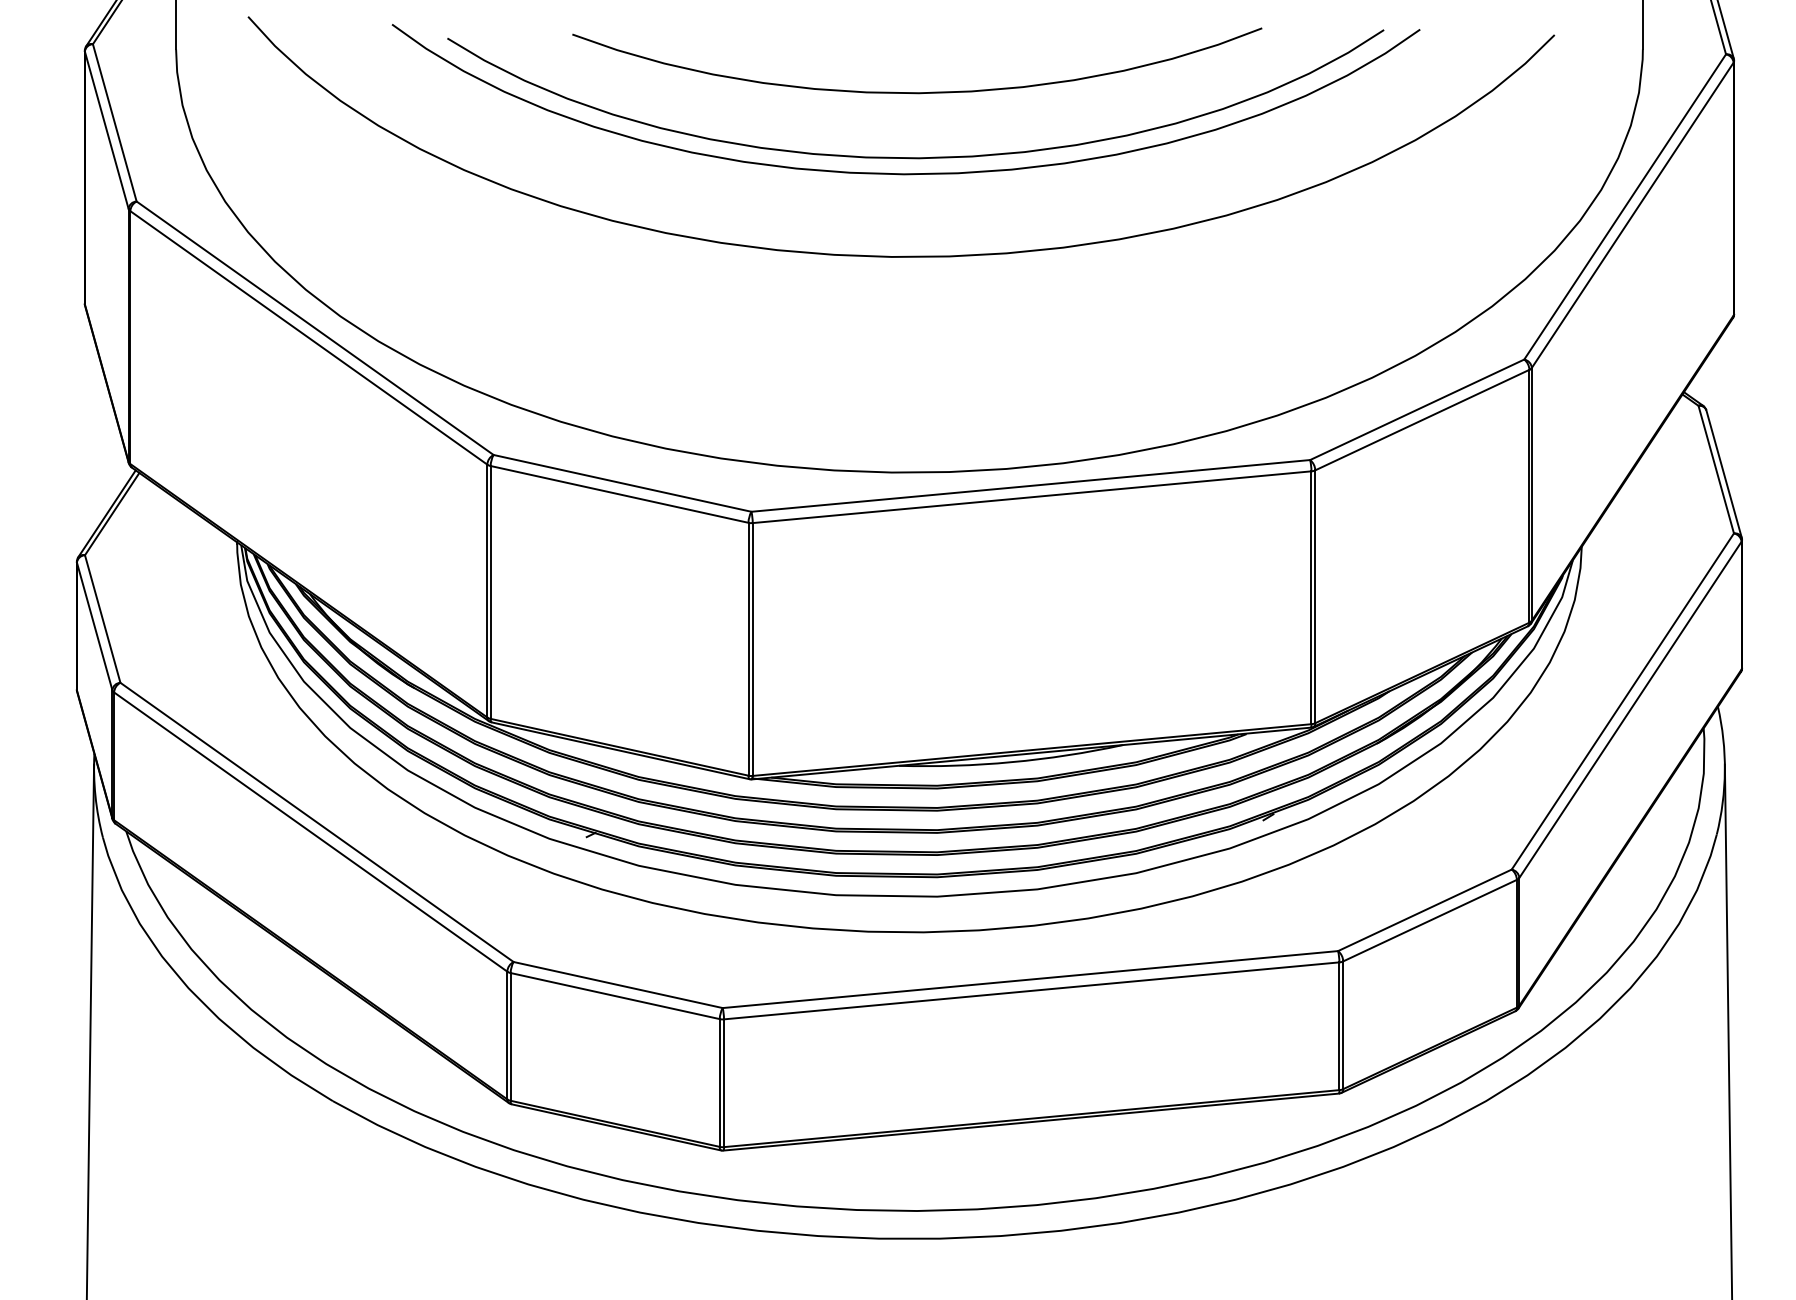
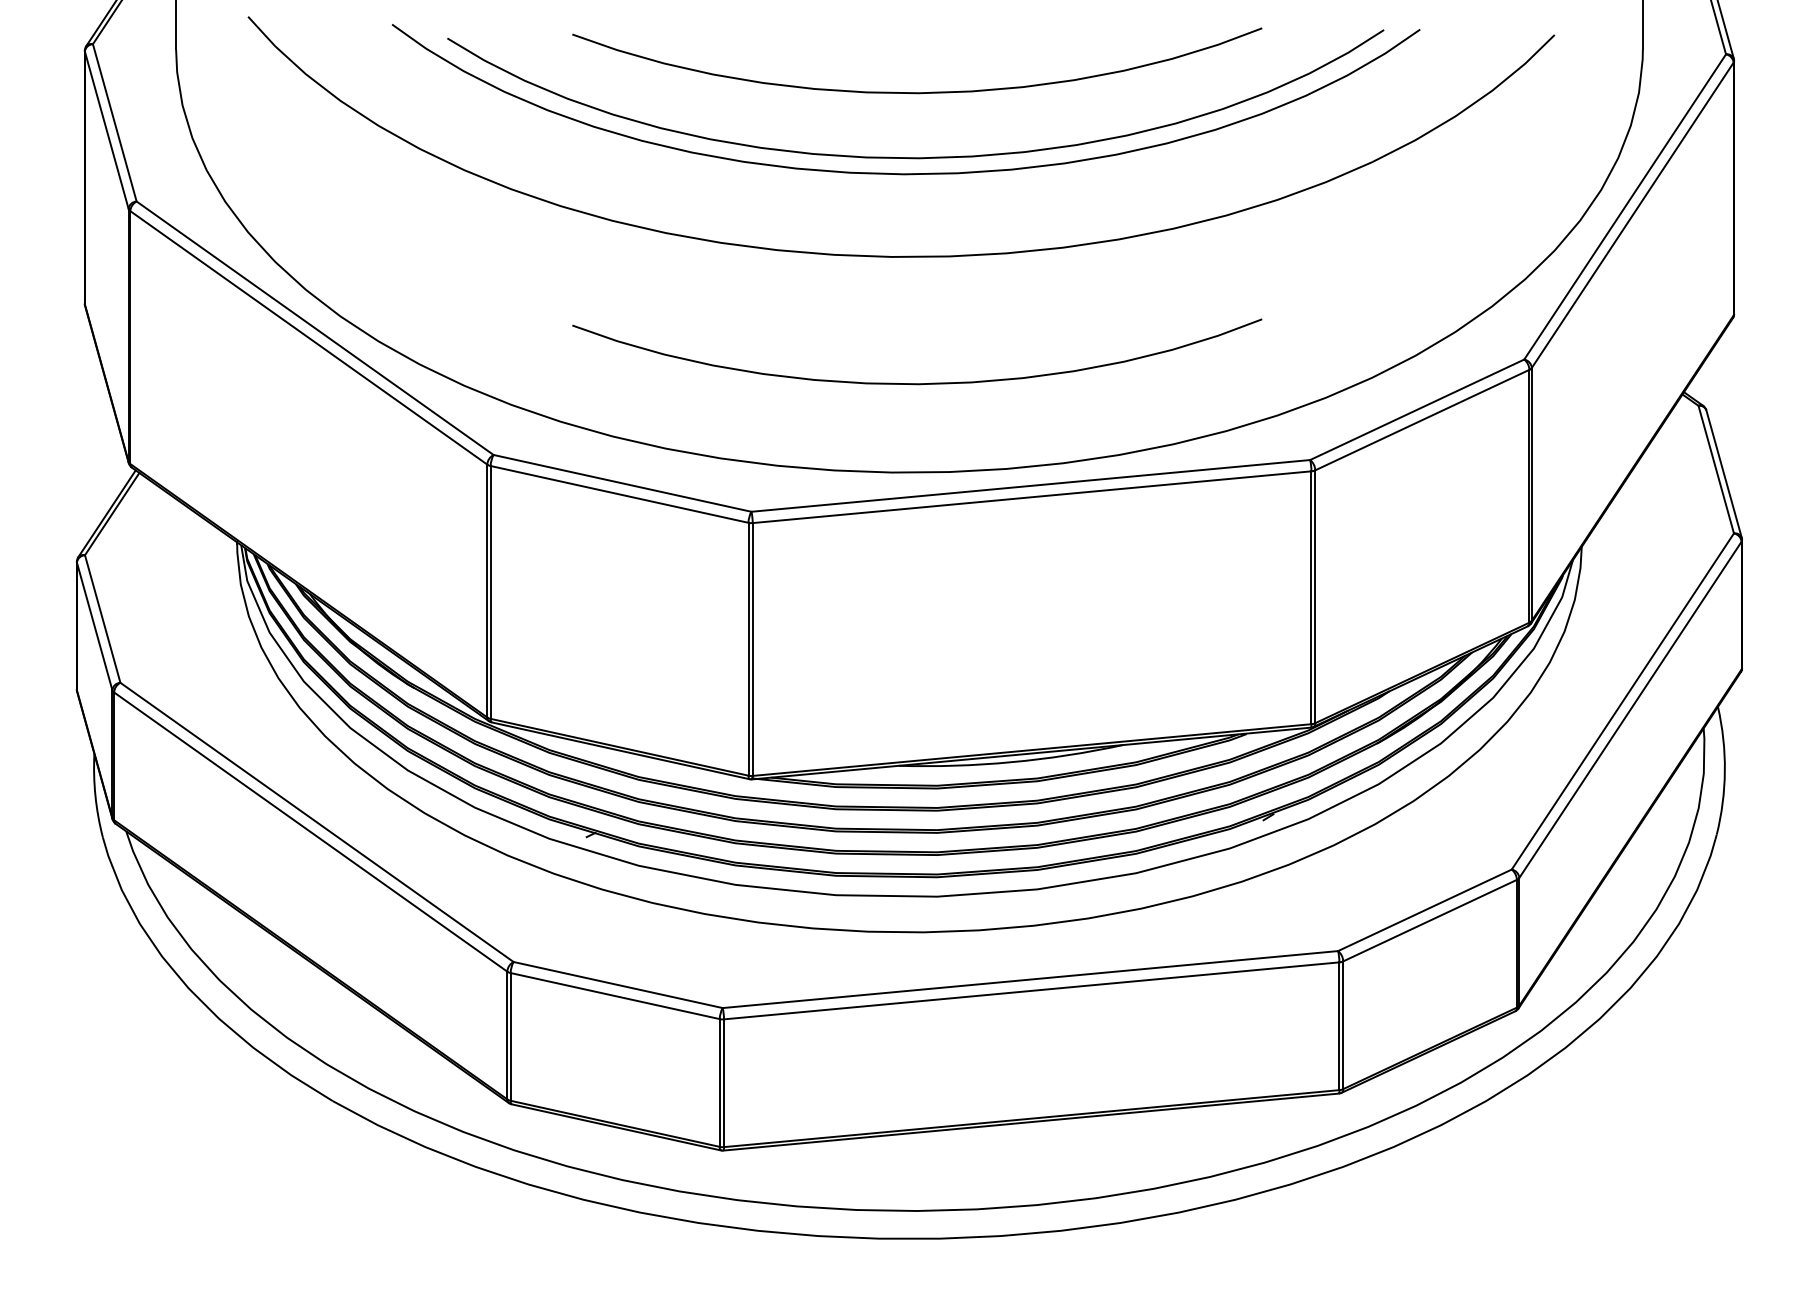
curve at (917, 383): none -> present
line at (90, 1030): present -> none
line at (1728, 1030): present -> none
